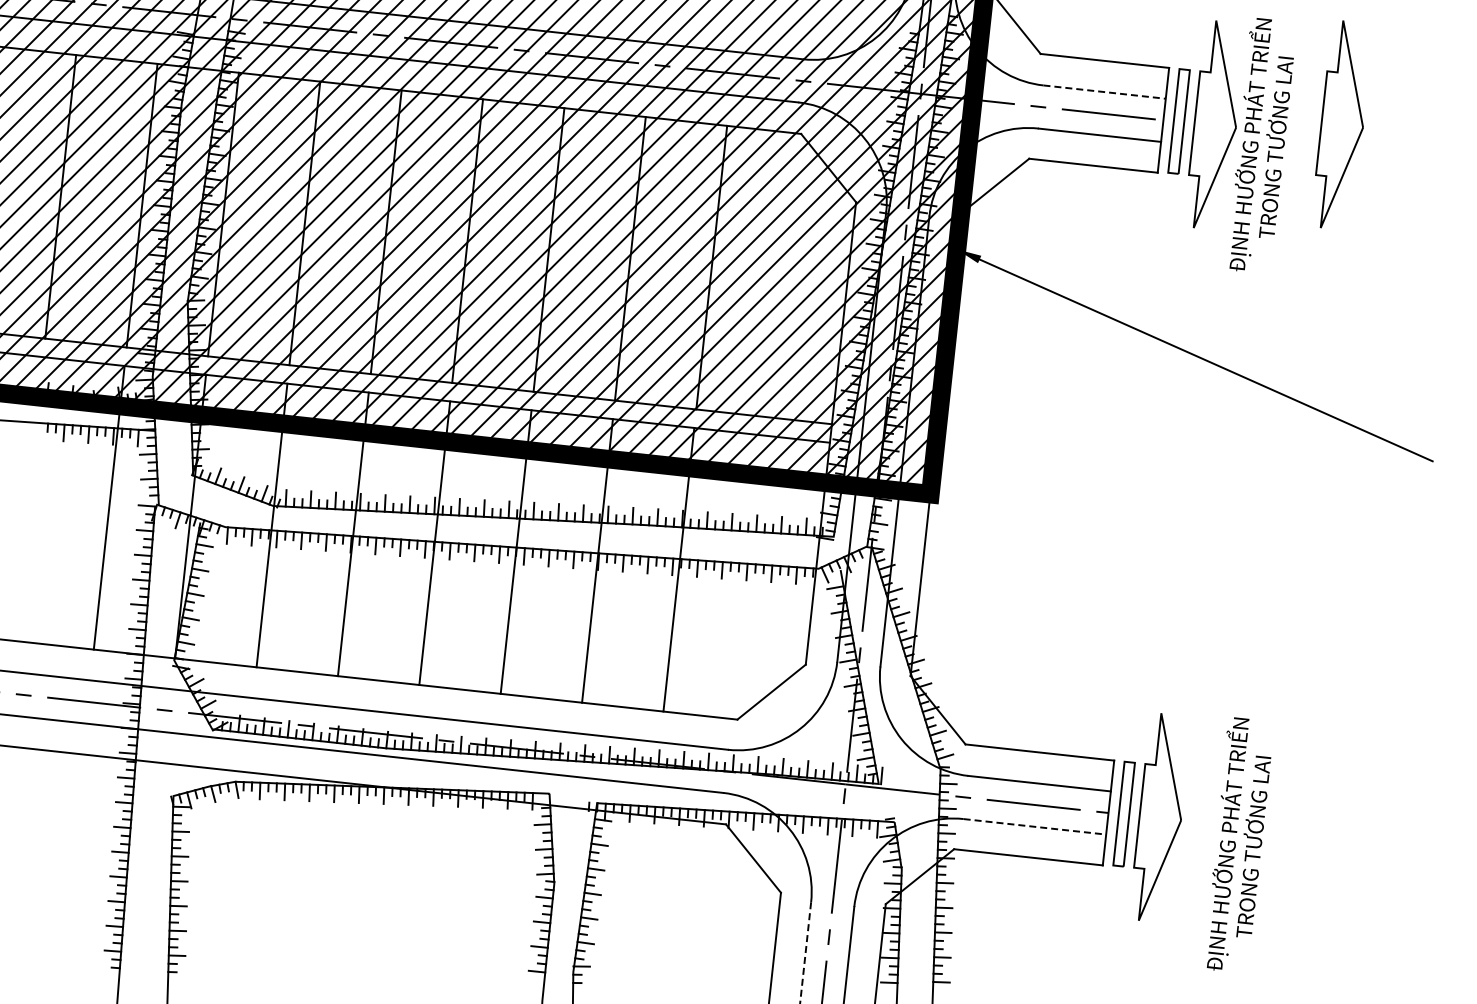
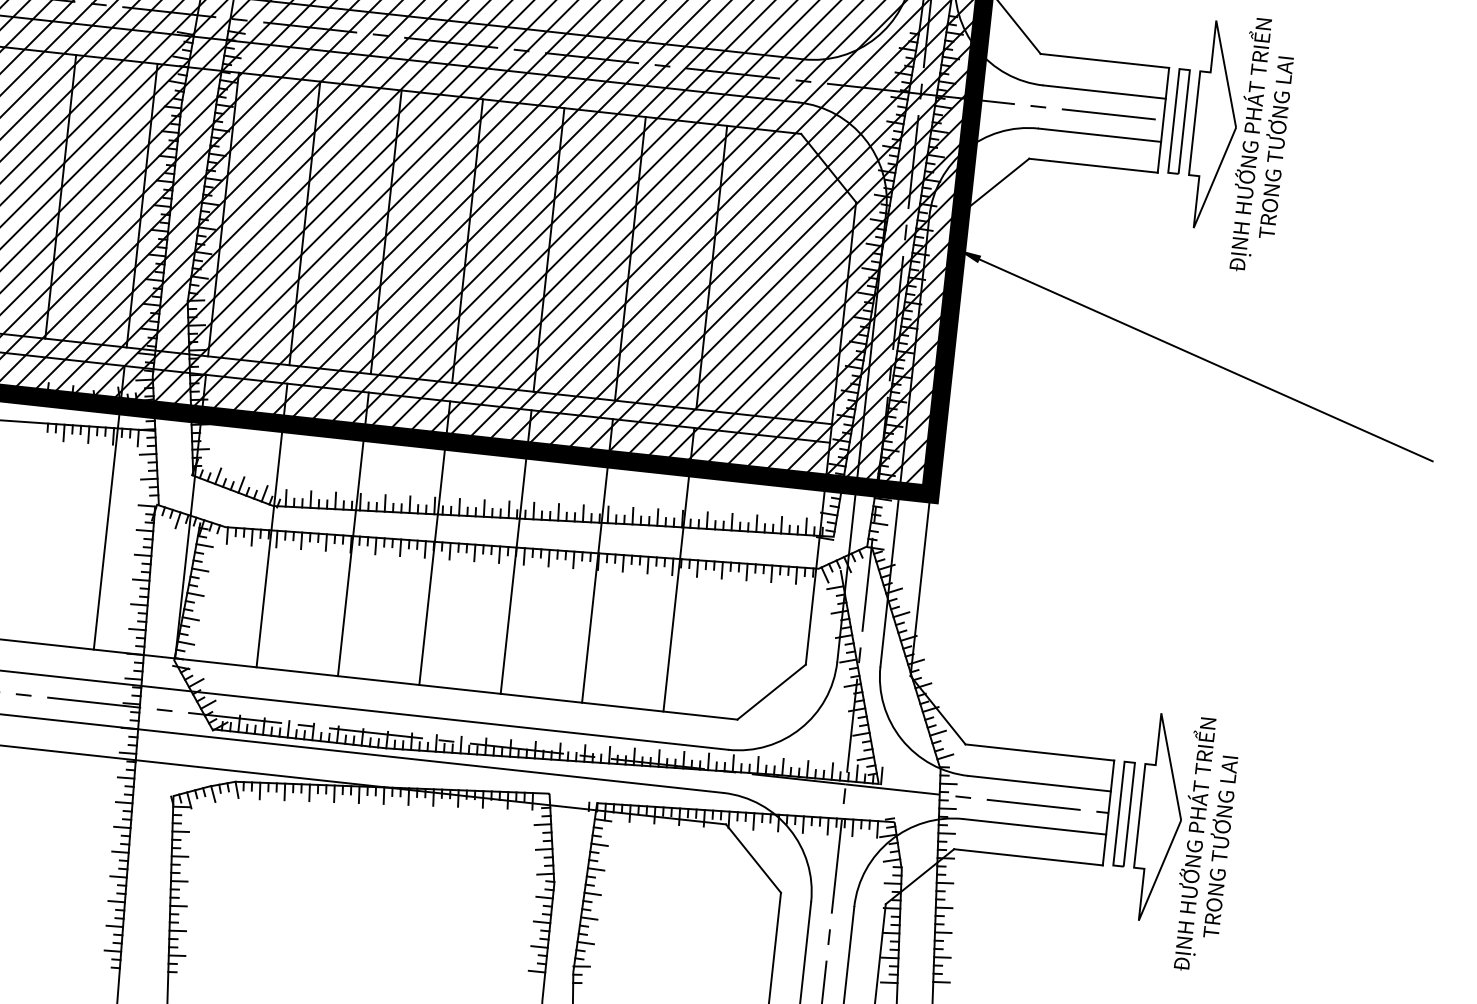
line at (1104, 92): dashed -> solid
part at (1339, 124): present -> none
line at (1034, 826): dashed -> solid
text at (1238, 843) position: (1238, 843) -> (1205, 843)
line at (805, 953): dashed -> solid
